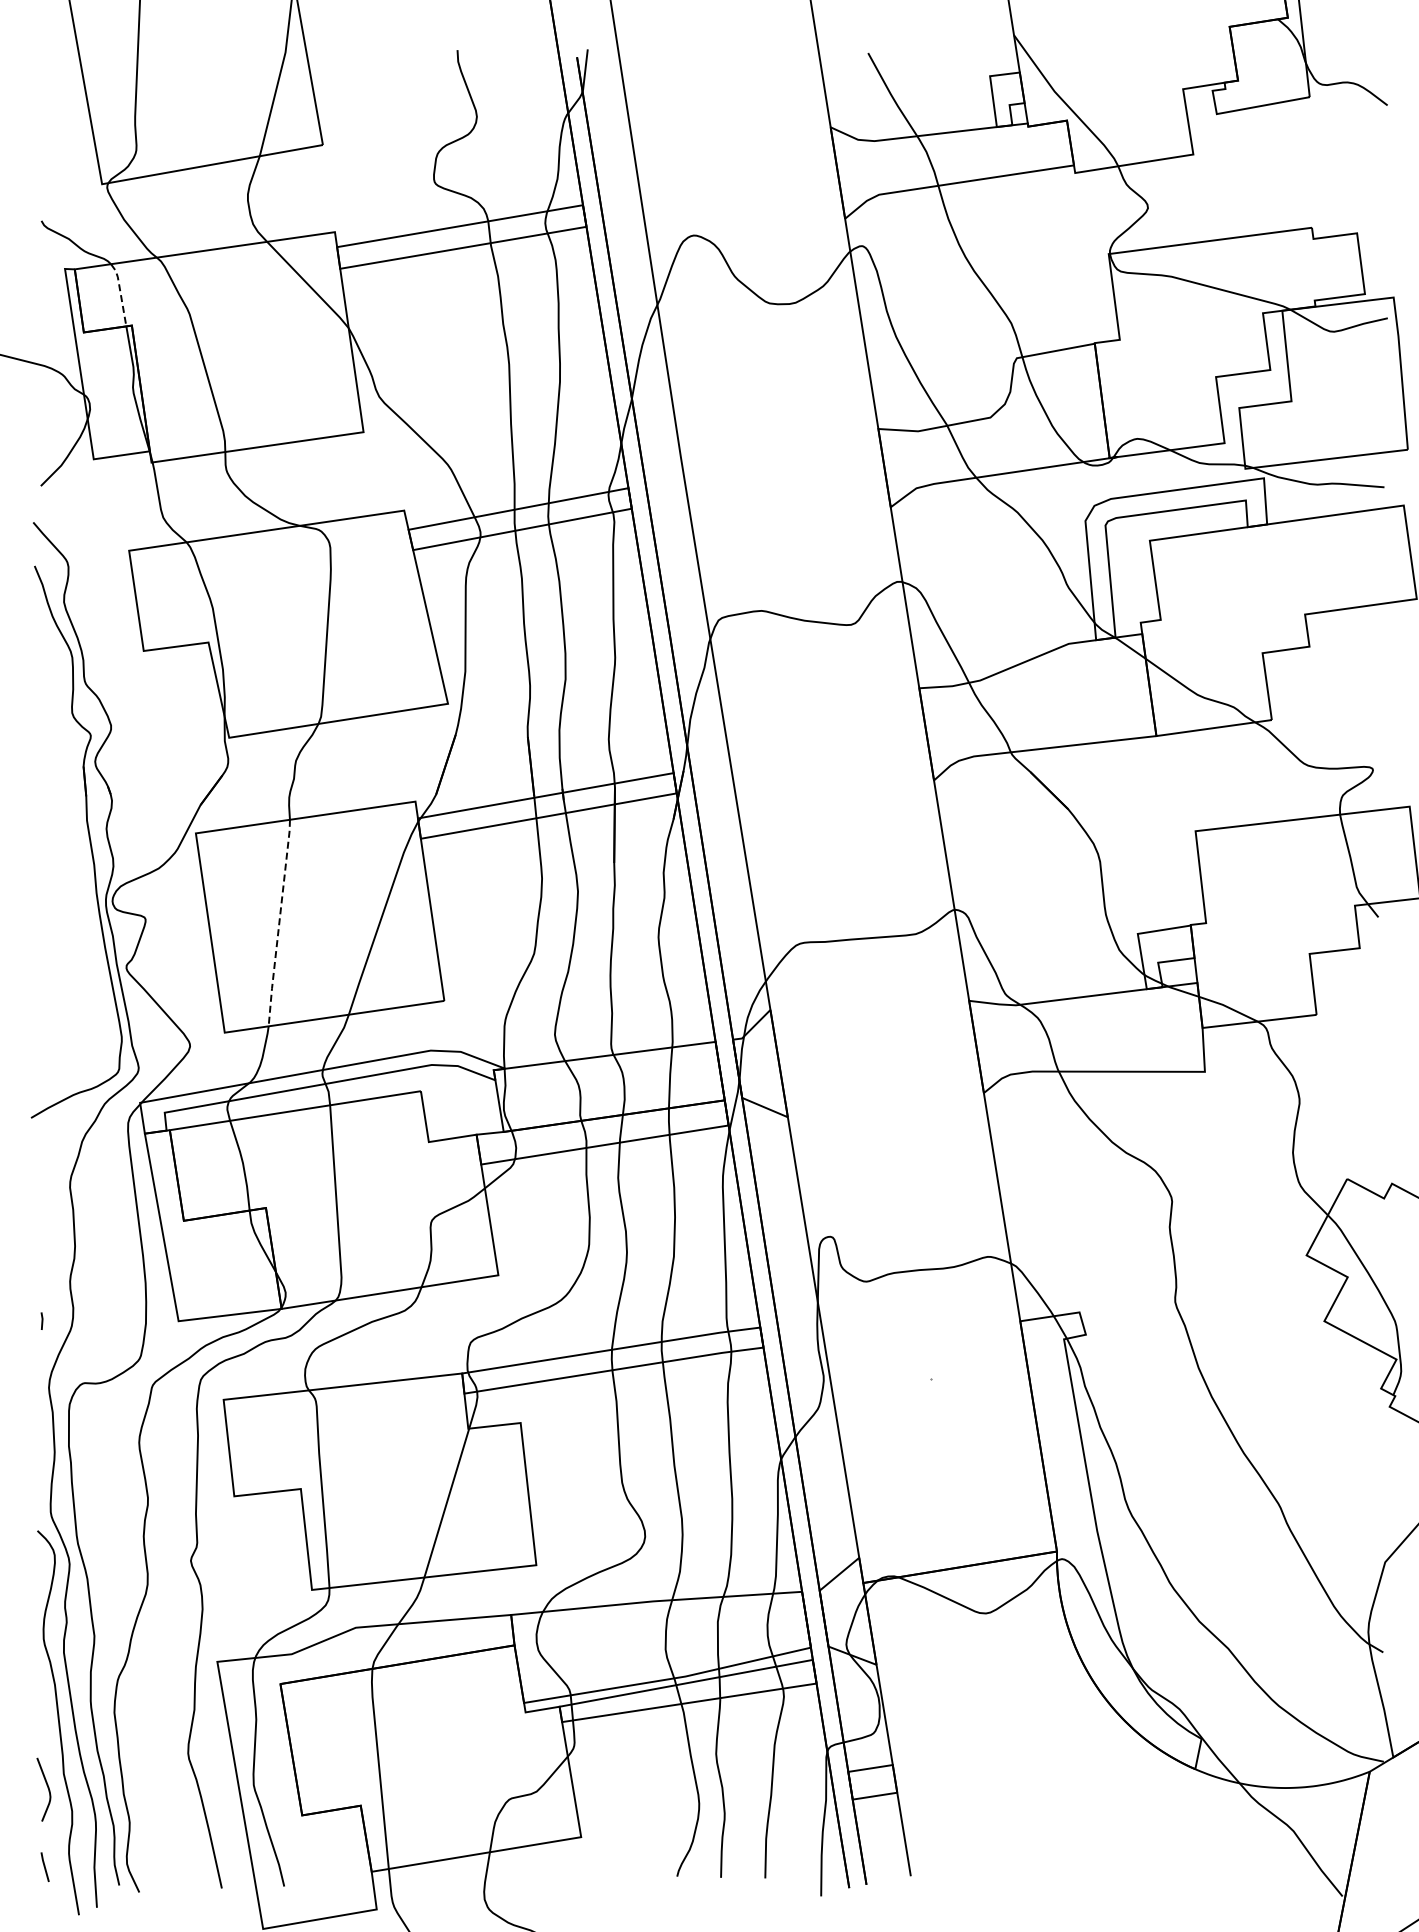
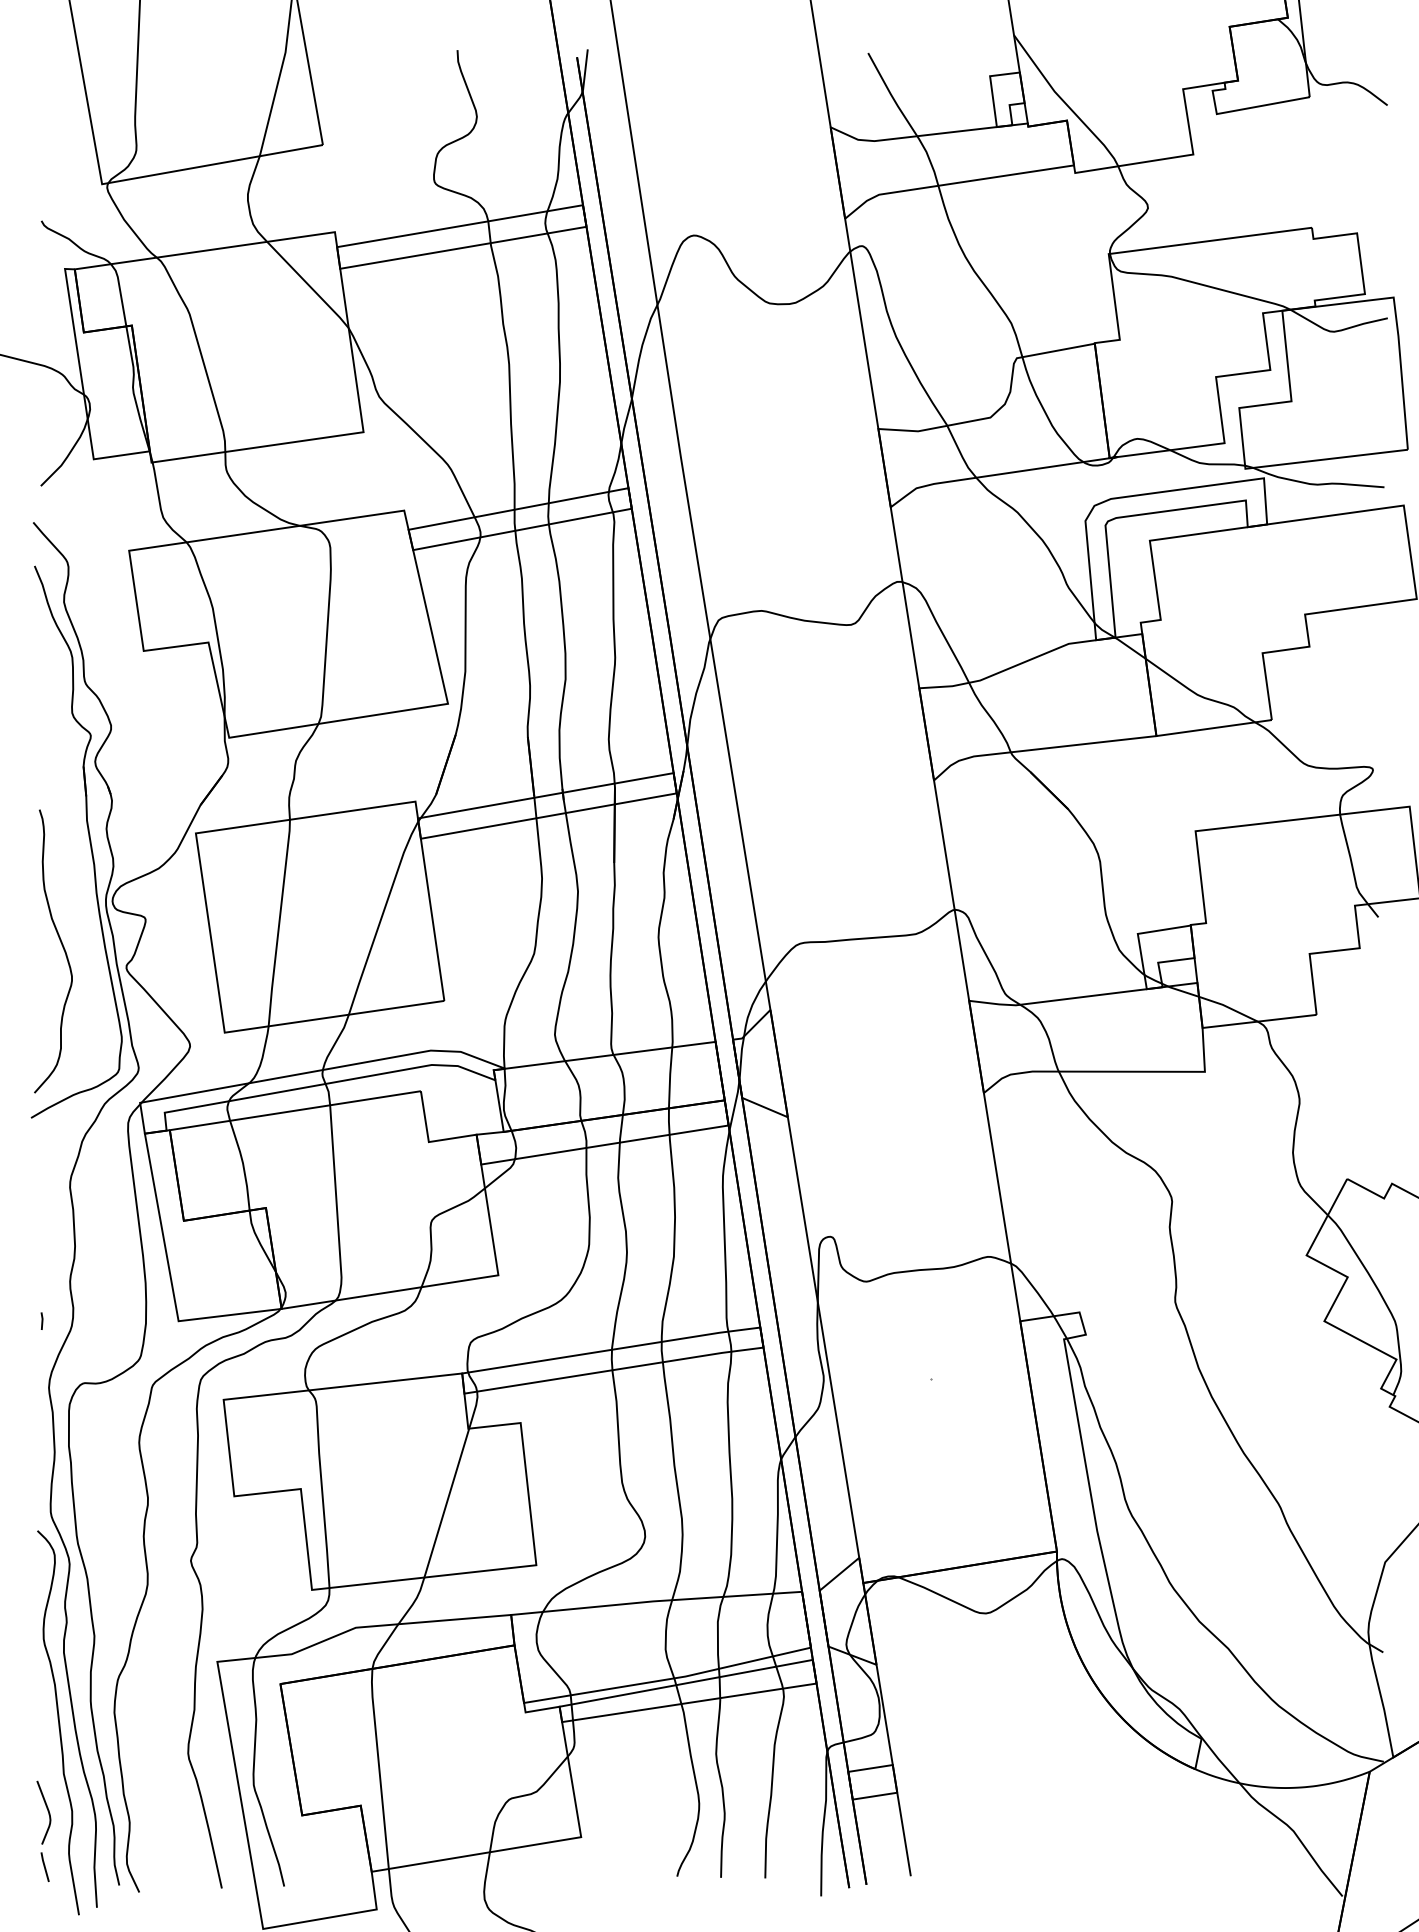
line at (120, 293): dashed -> solid
line at (279, 923): dashed -> solid
curve at (62, 947): none -> present
curve at (47, 1788) position: (47, 1788) -> (47, 1811)
